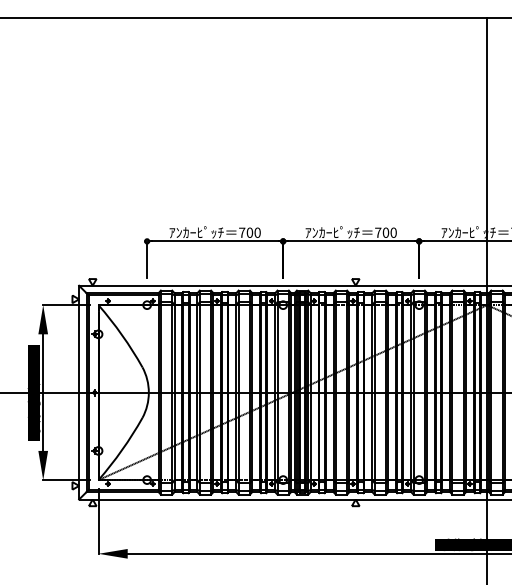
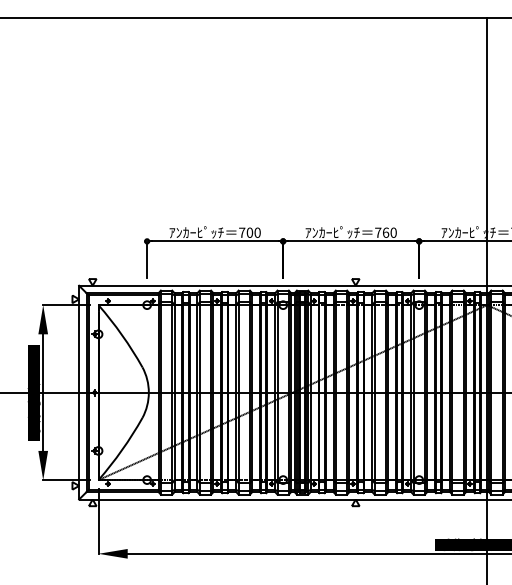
text at (386, 232): 700 -> 760
